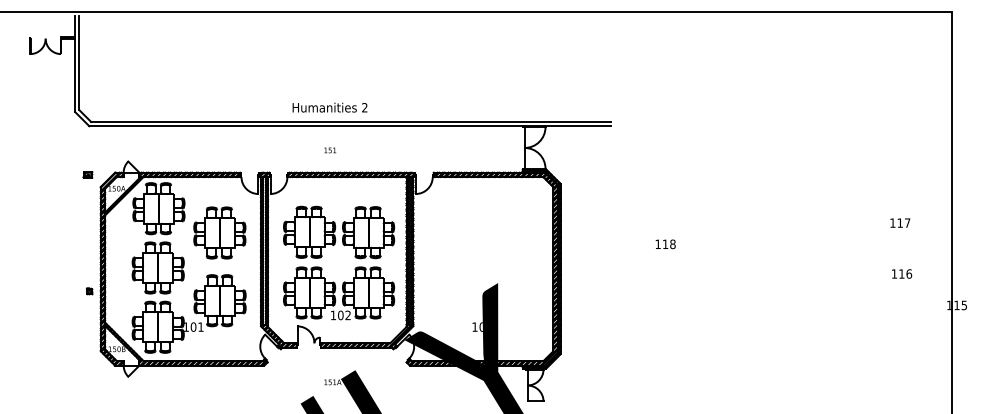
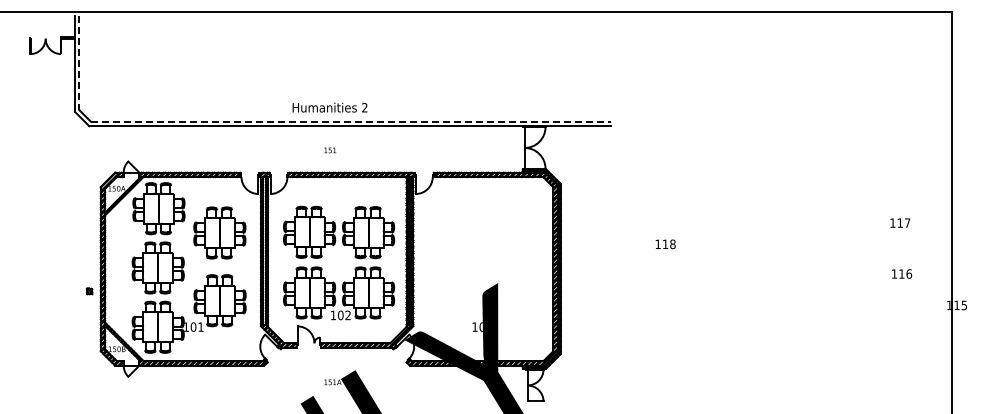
line at (79, 63): solid -> dashed
line at (351, 121): solid -> dashed
part at (87, 174): present -> none
